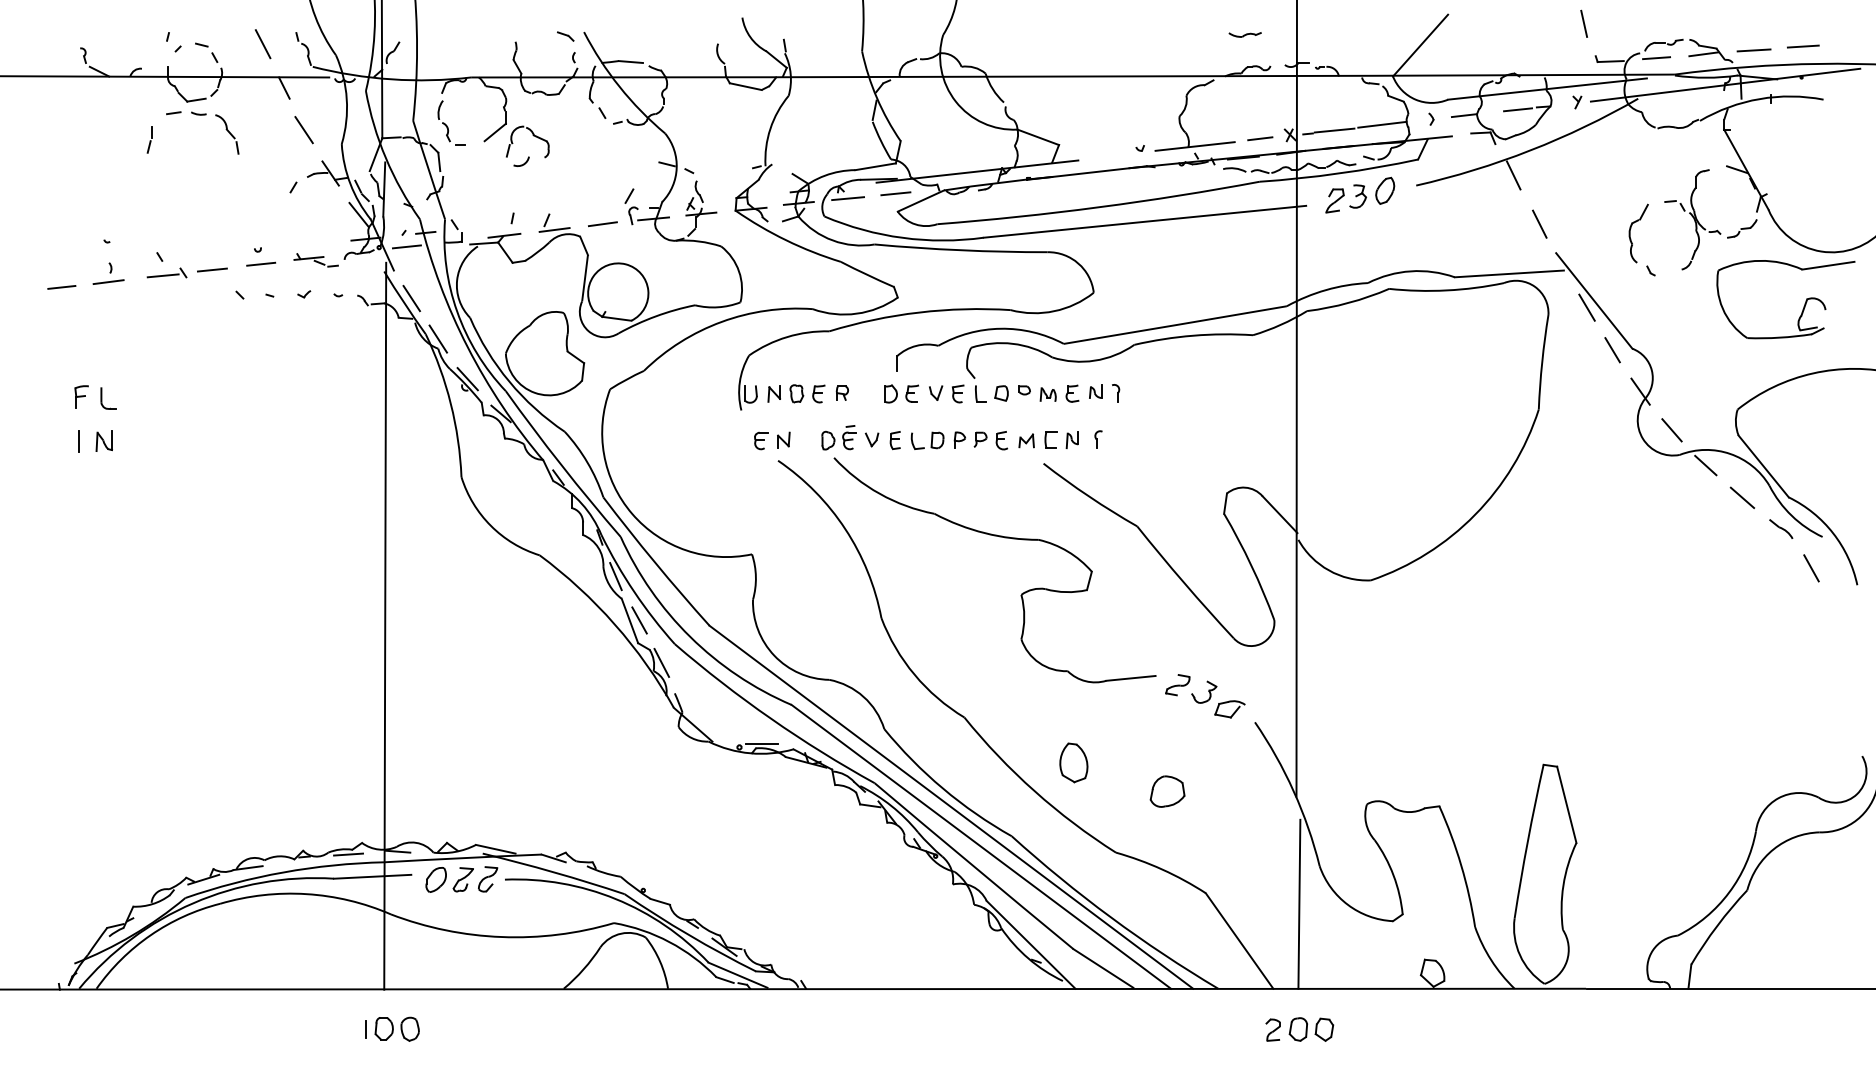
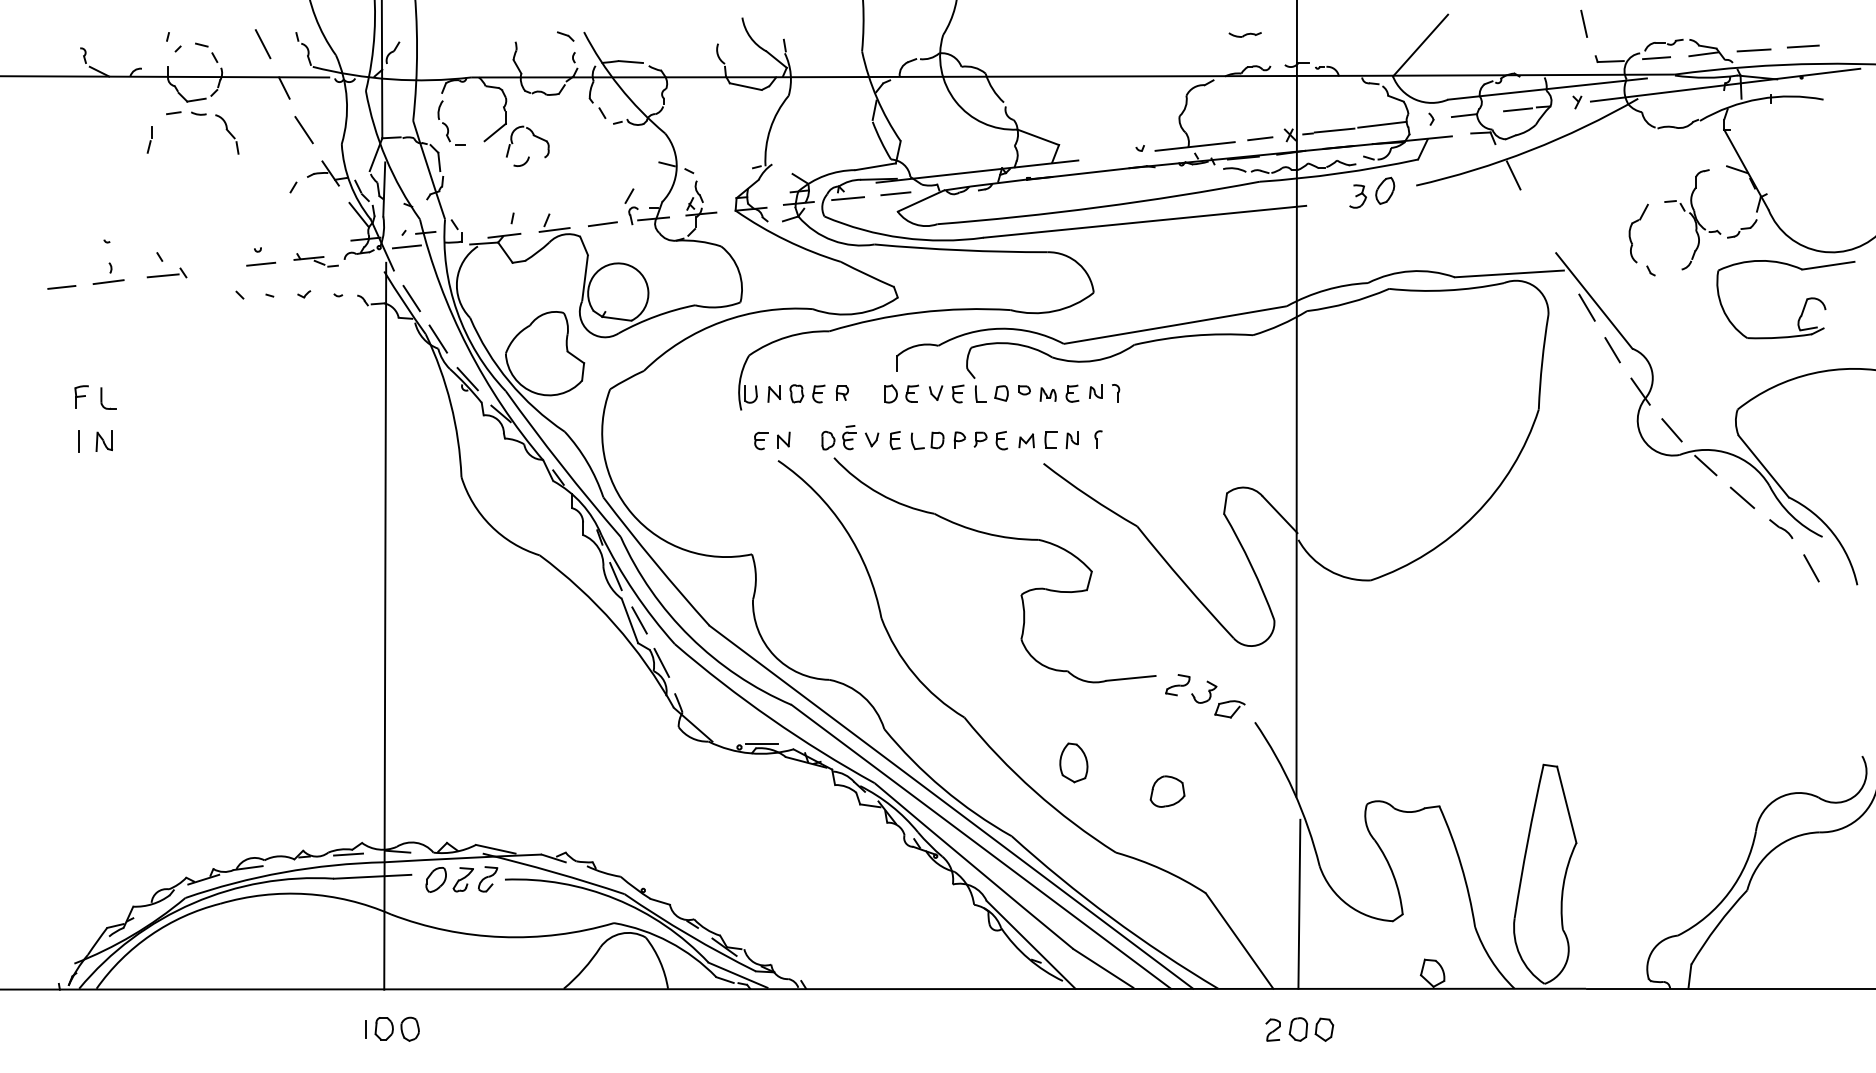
part at (1334, 200): present -> none
line at (1539, 223): present -> none
line at (211, 269): present -> none
